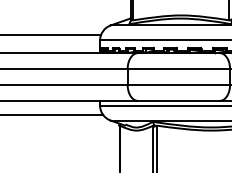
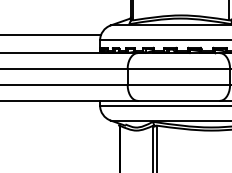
line at (52, 114): present -> none
